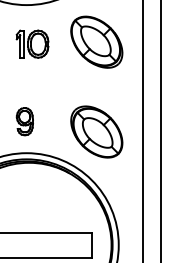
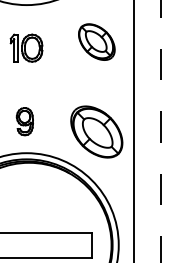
part at (96, 41) size: 54x54 px -> 38x38 px
part at (32, 43) position: (32, 43) -> (26, 47)
line at (142, 130) position: (142, 130) -> (133, 130)
line at (161, 131): solid -> dashed
